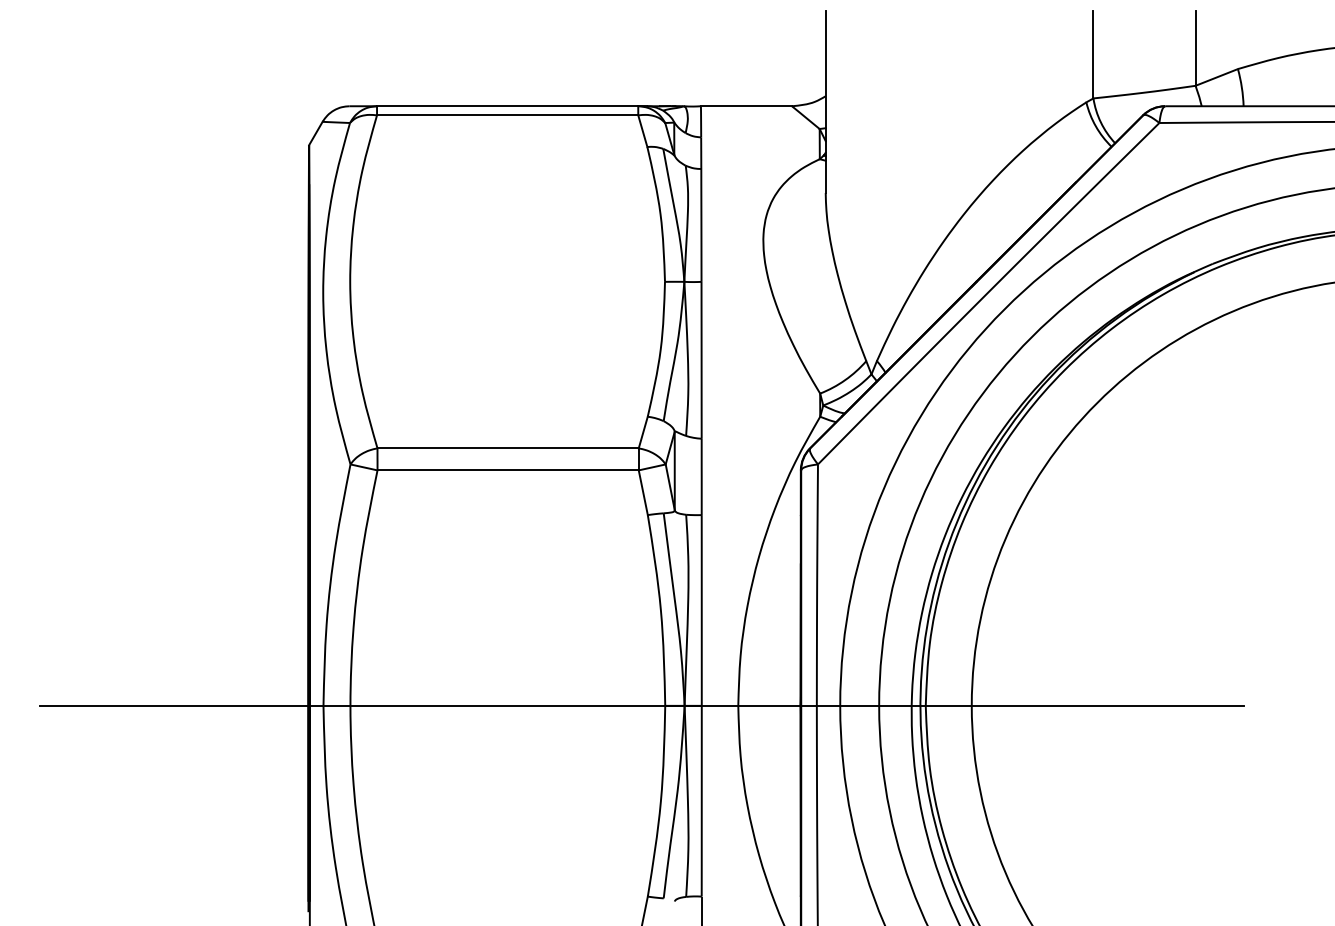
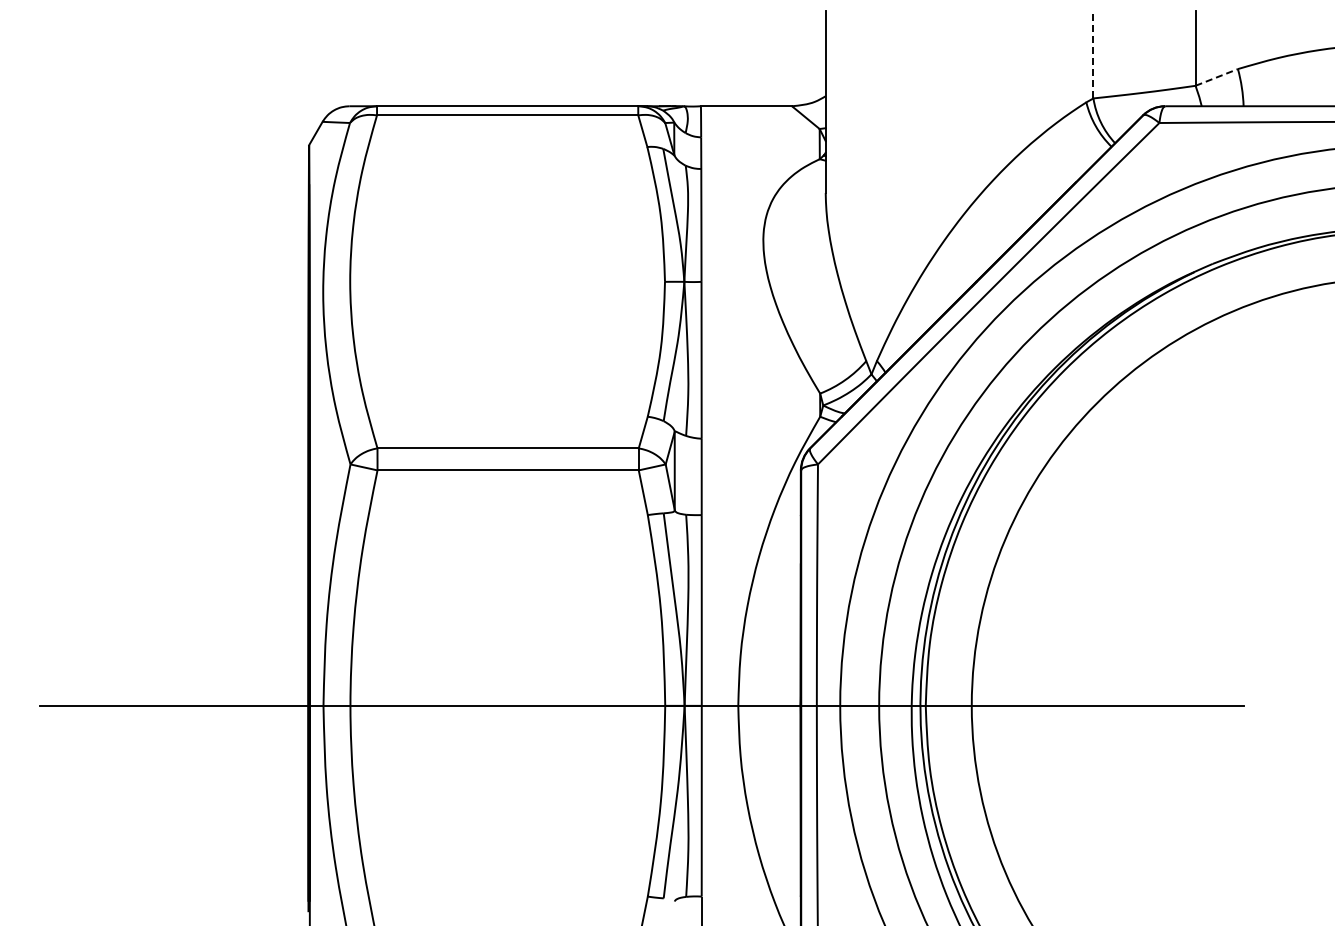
line at (1093, 54): solid -> dashed
line at (1216, 77): solid -> dashed
